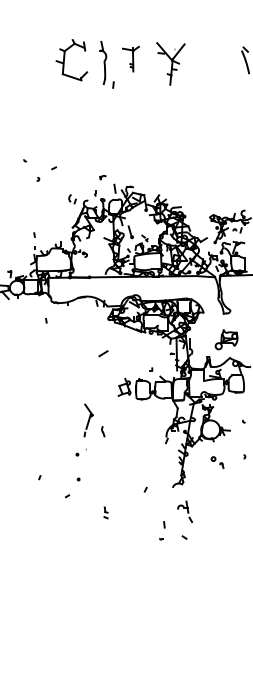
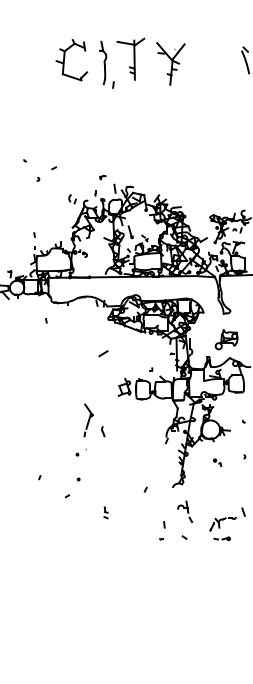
part at (130, 58) size: 18x28 px -> 30x44 px
part at (217, 462) size: 15x13 px -> 11x10 px
part at (227, 524): none -> present
